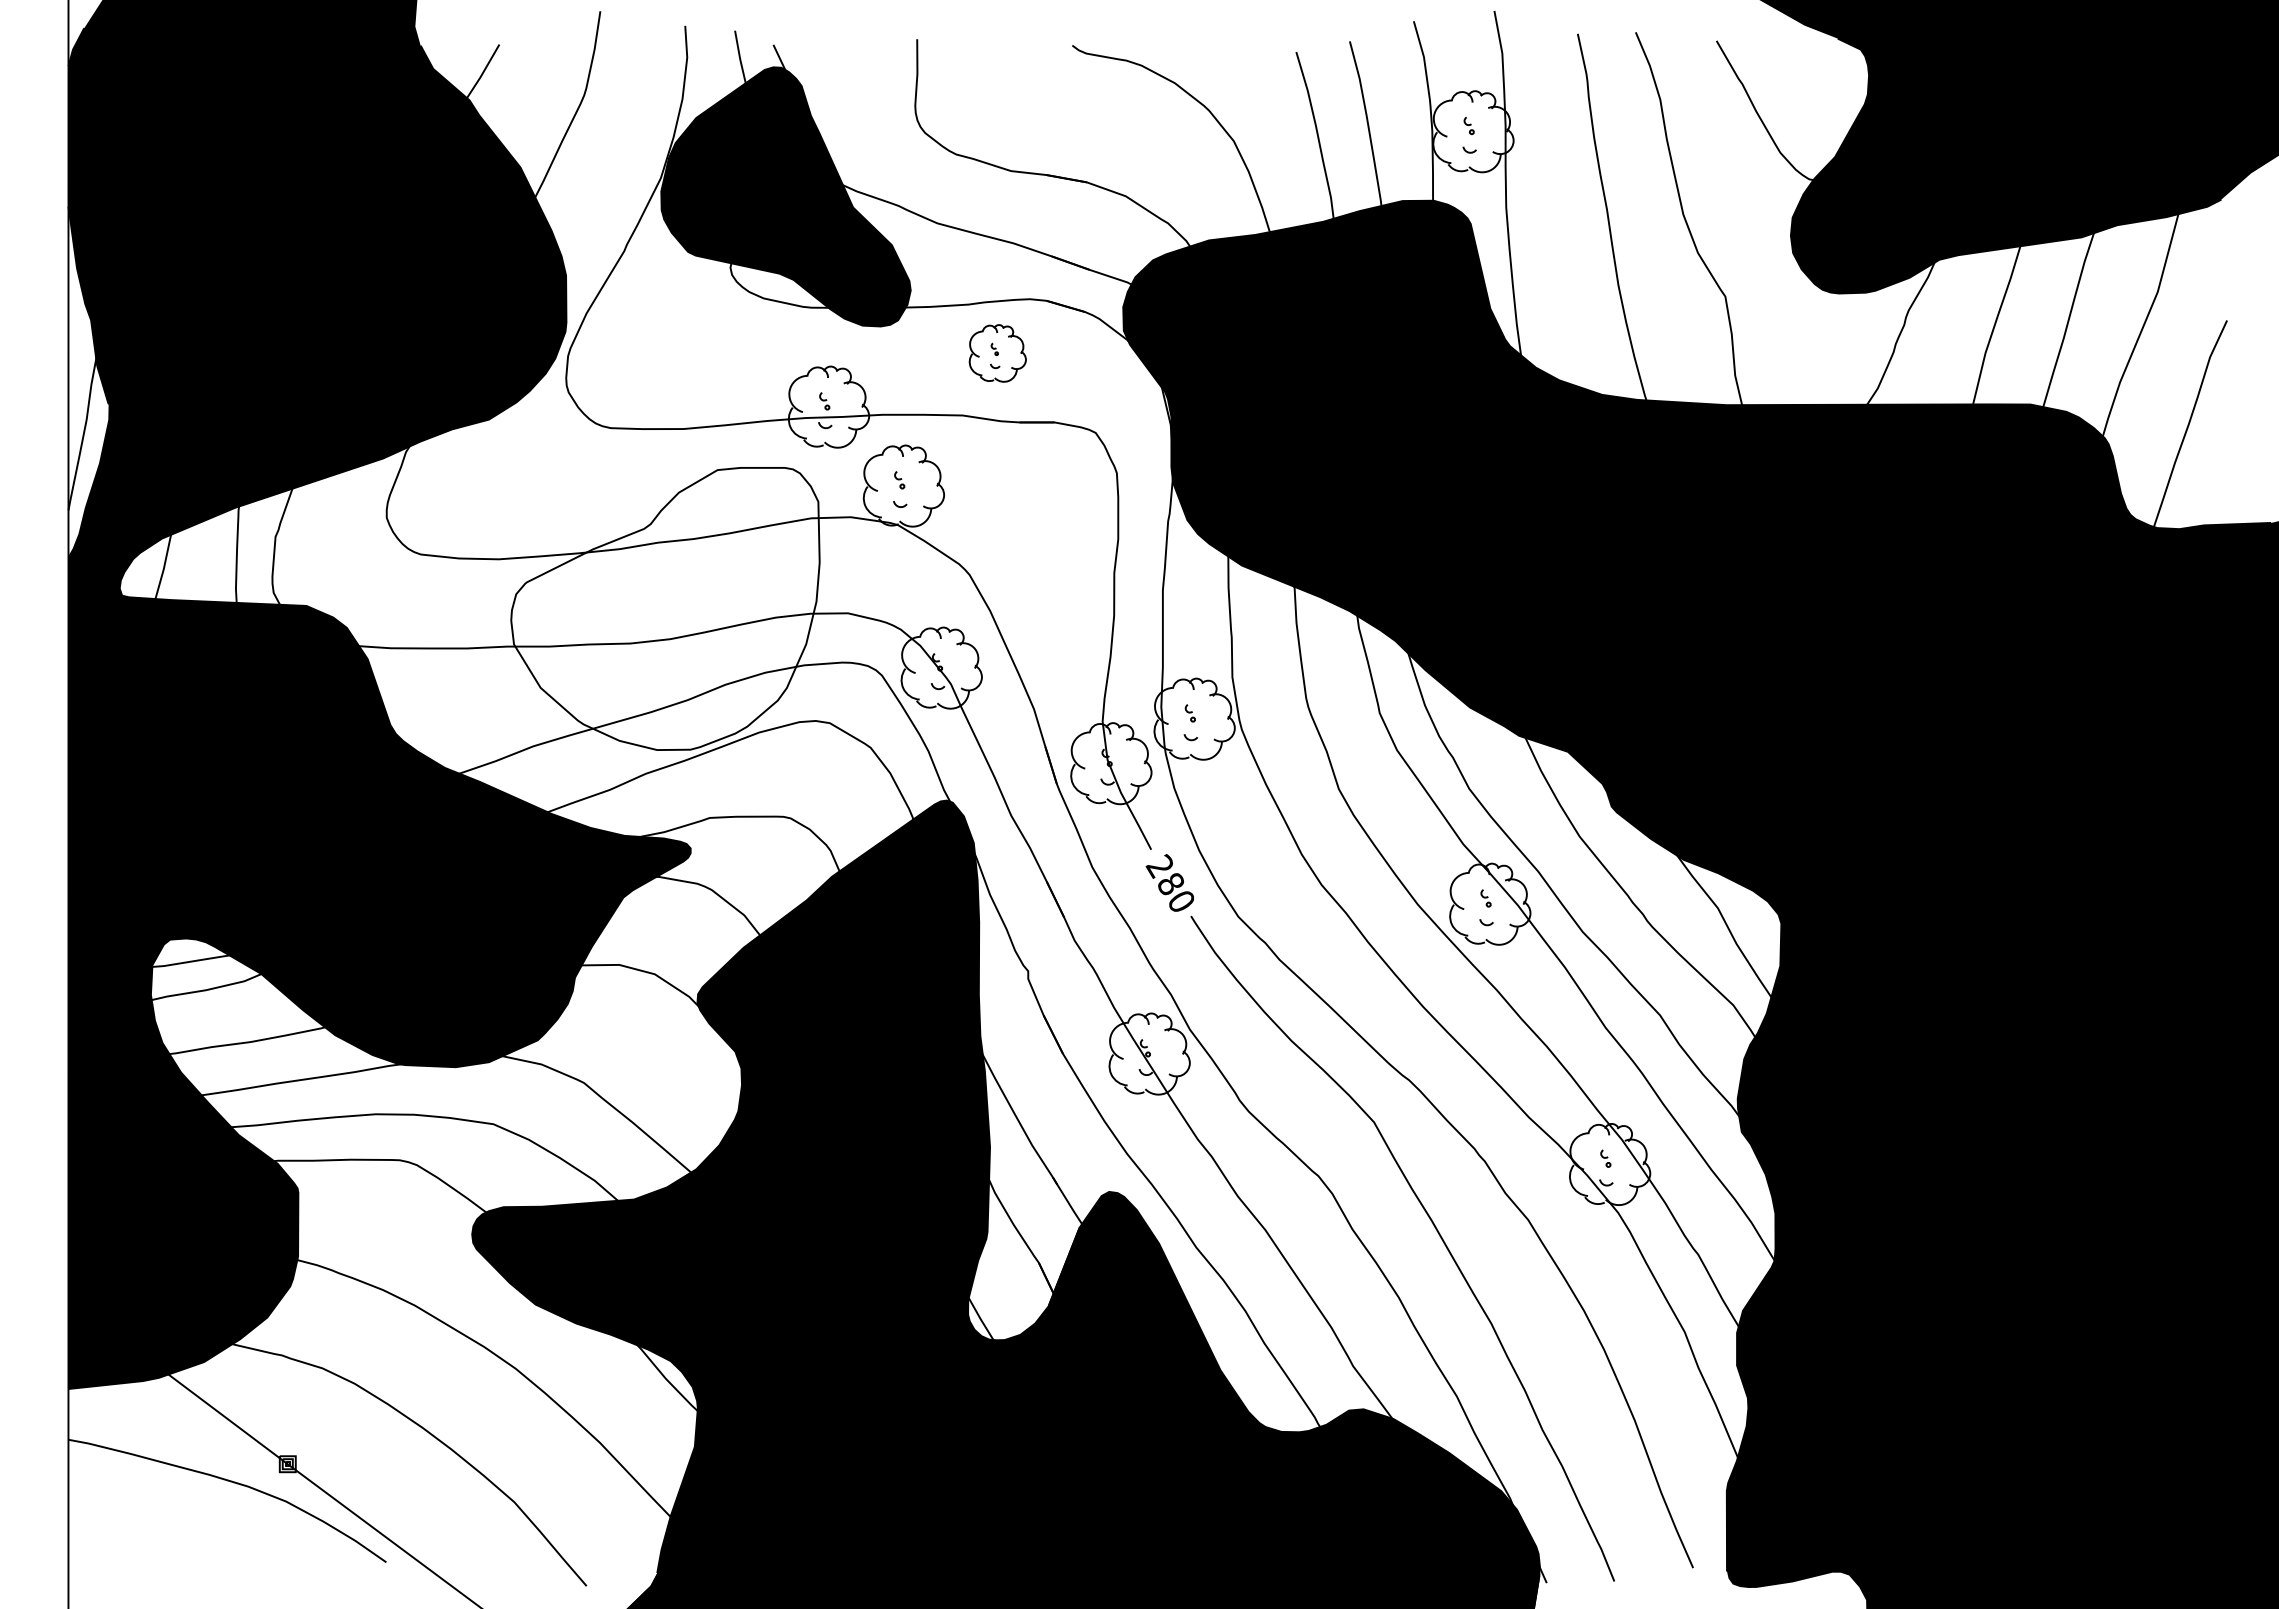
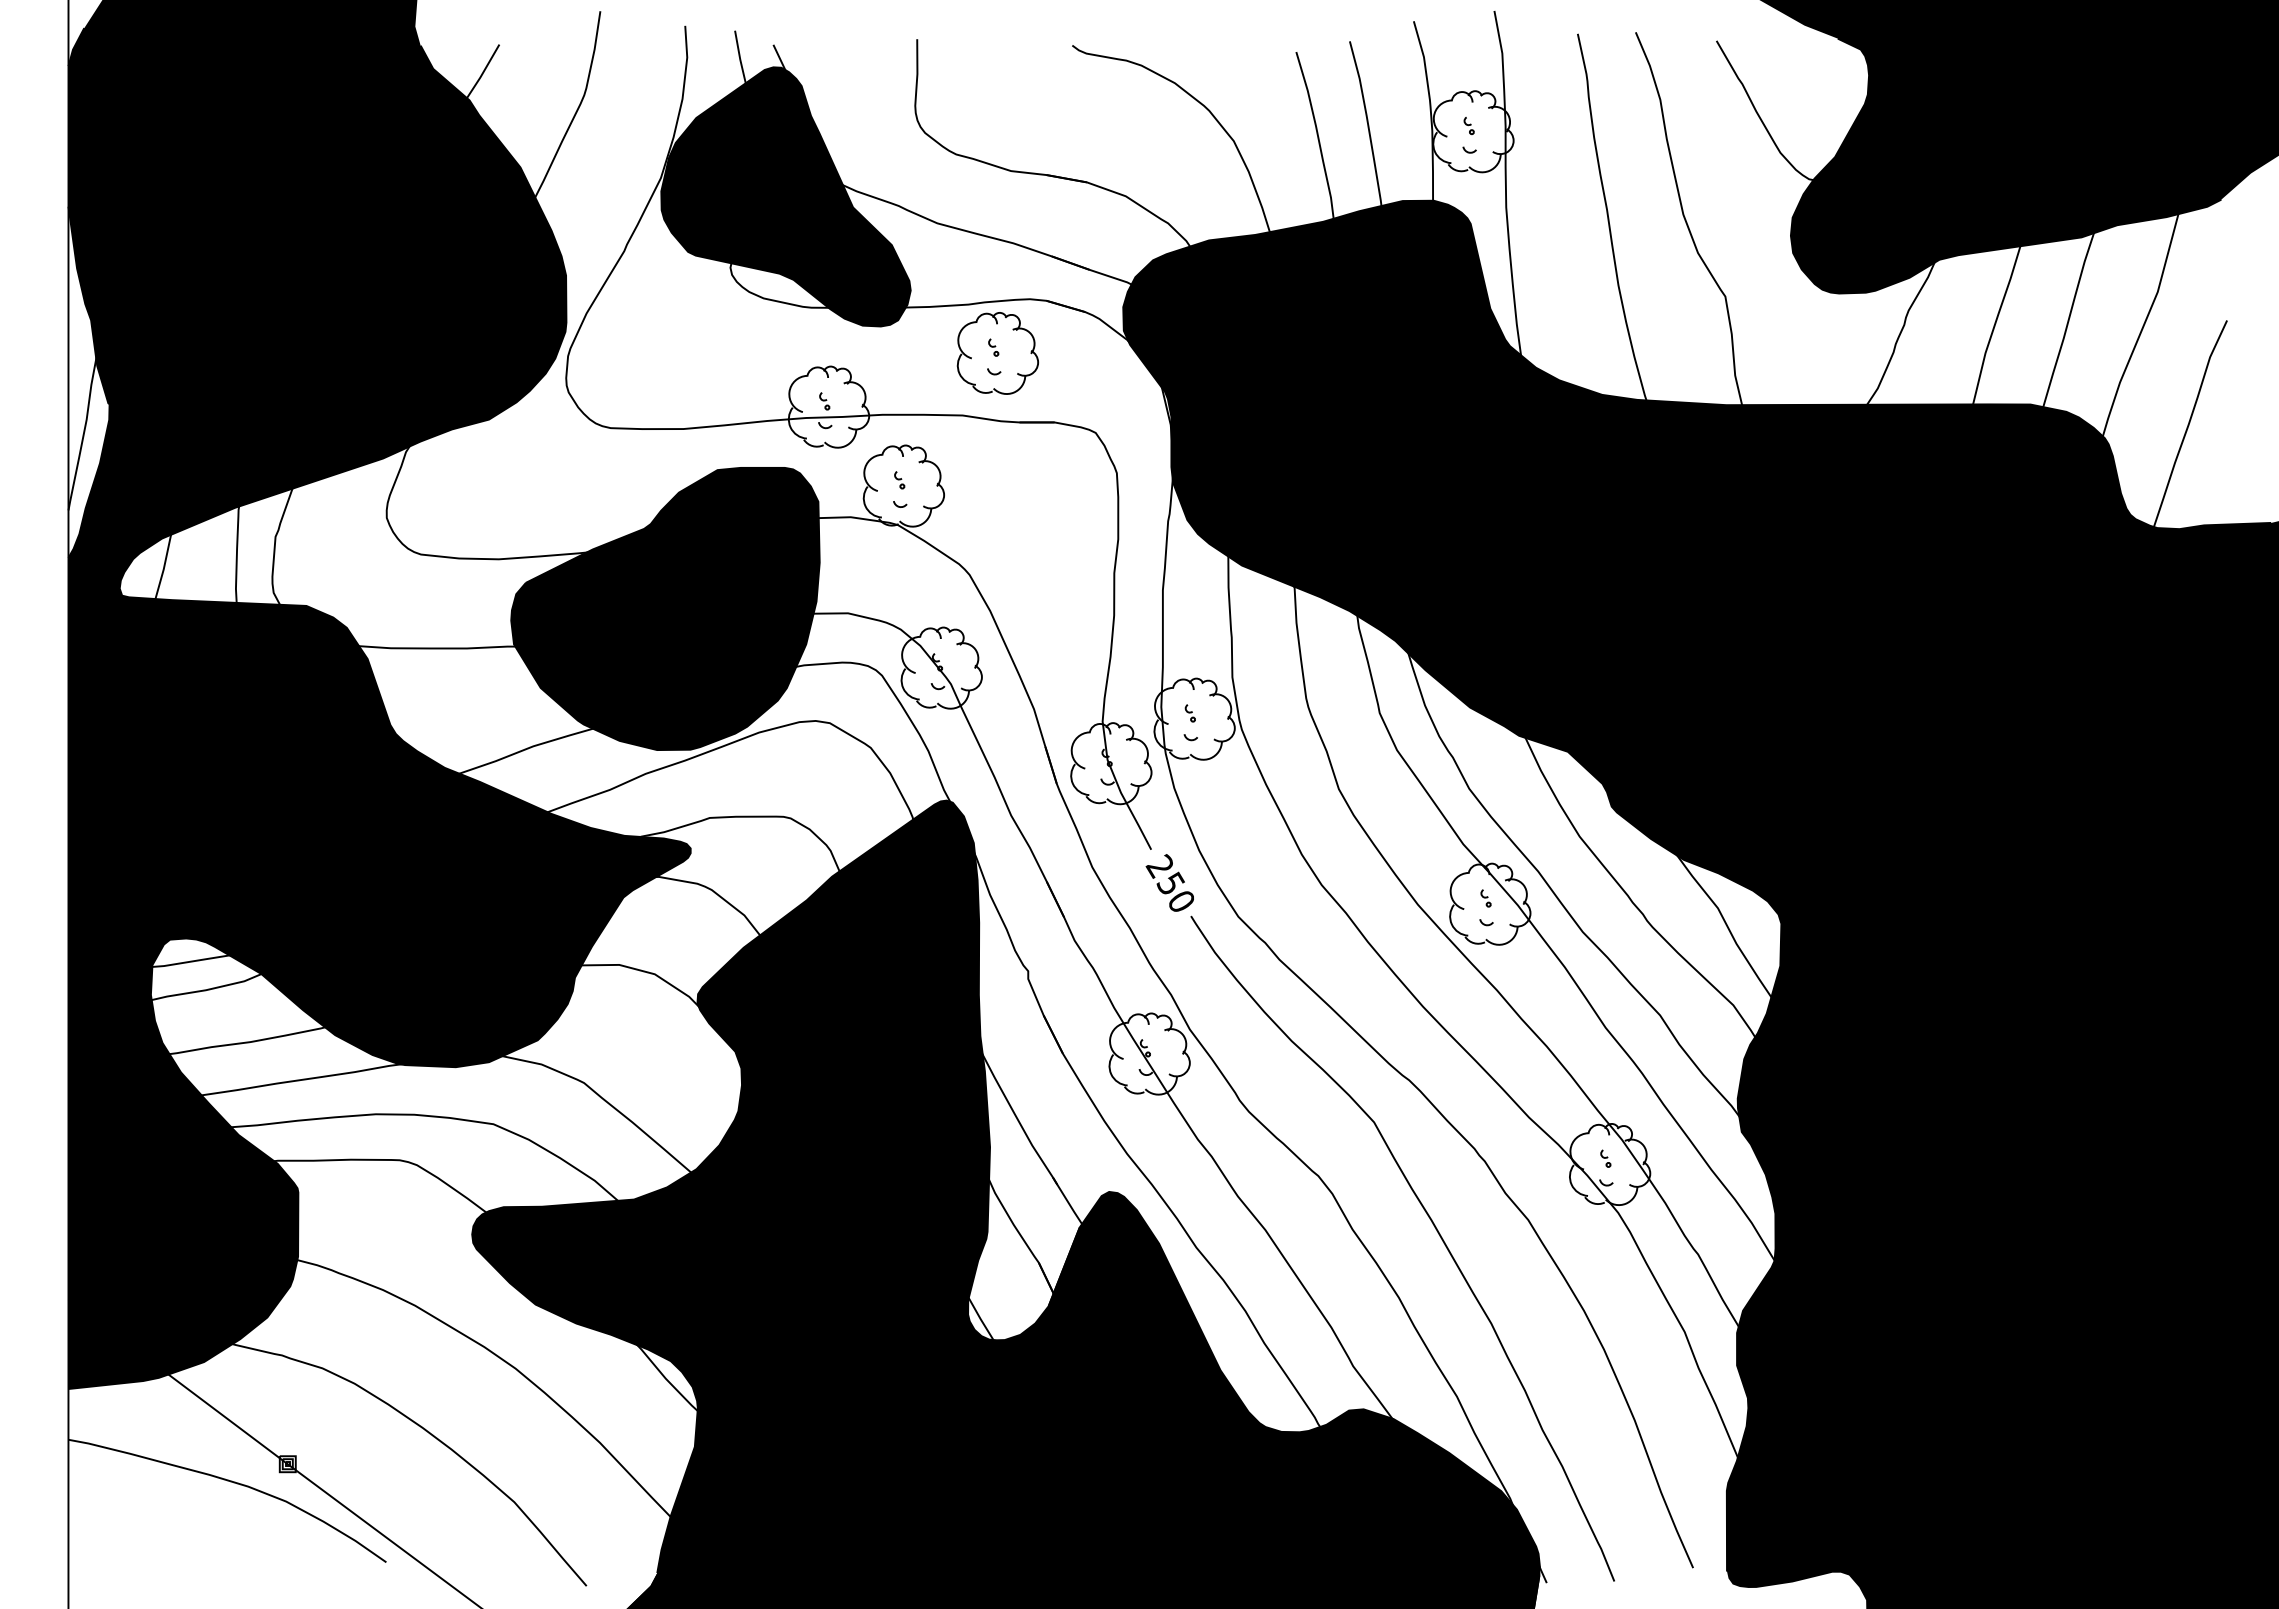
part at (997, 353) size: 59x59 px -> 83x83 px
fill at (665, 608): none -> present
text at (1170, 883): 280 -> 250
